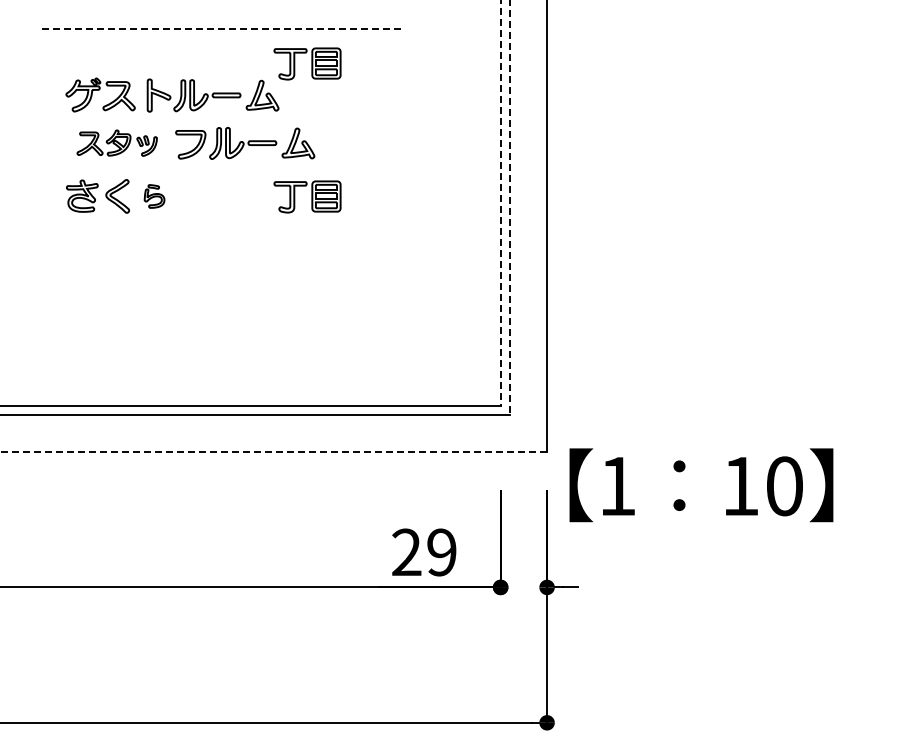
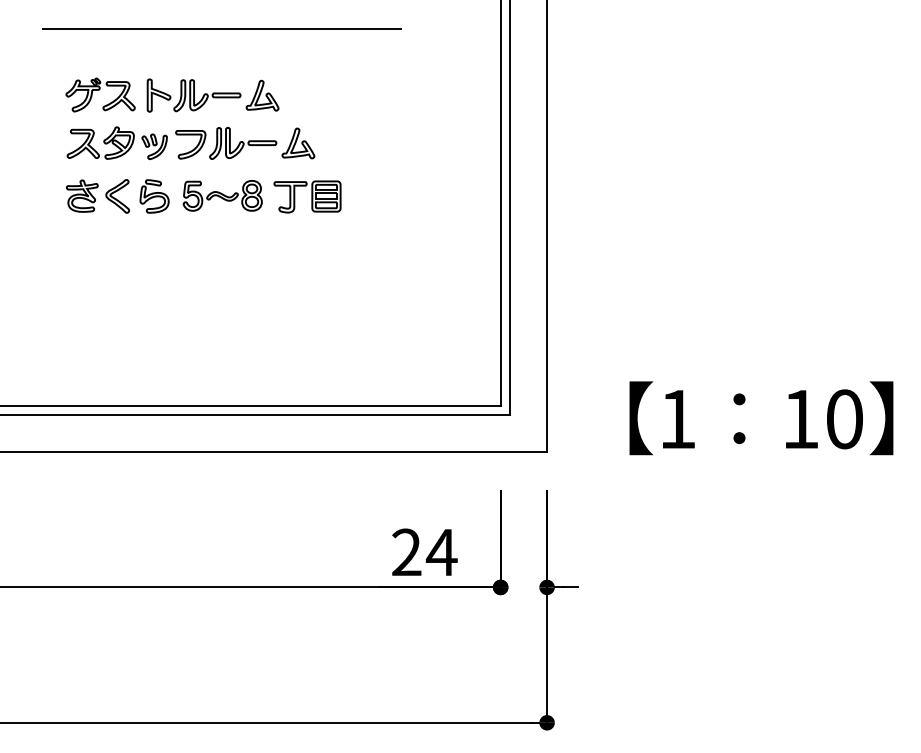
line at (222, 28): dashed -> solid
part at (307, 63): present -> none
part at (116, 142) size: 82x28 px -> 102x34 px
part at (222, 195): none -> present
part at (154, 196) size: 23x25 px -> 31x35 px
line at (500, 203): dashed -> solid
line at (510, 208): dashed -> solid
line at (273, 452): dashed -> solid
text at (701, 485) position: (701, 485) -> (761, 418)
text at (441, 552): 29 -> 24
